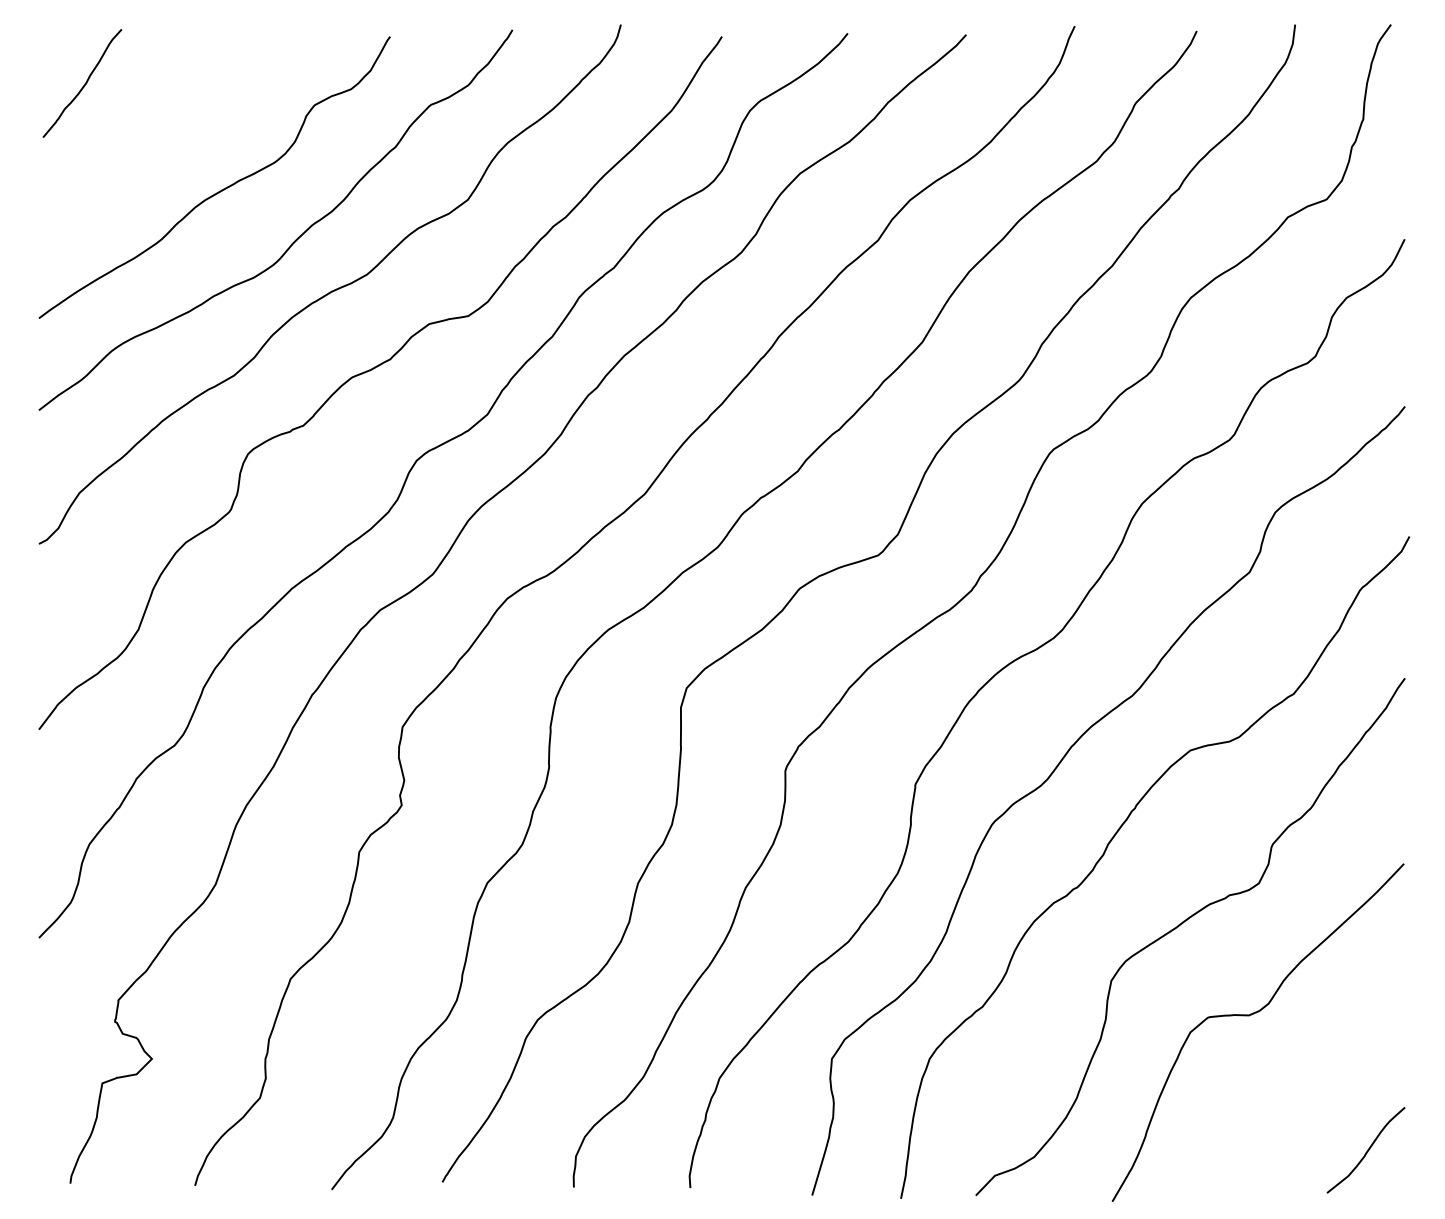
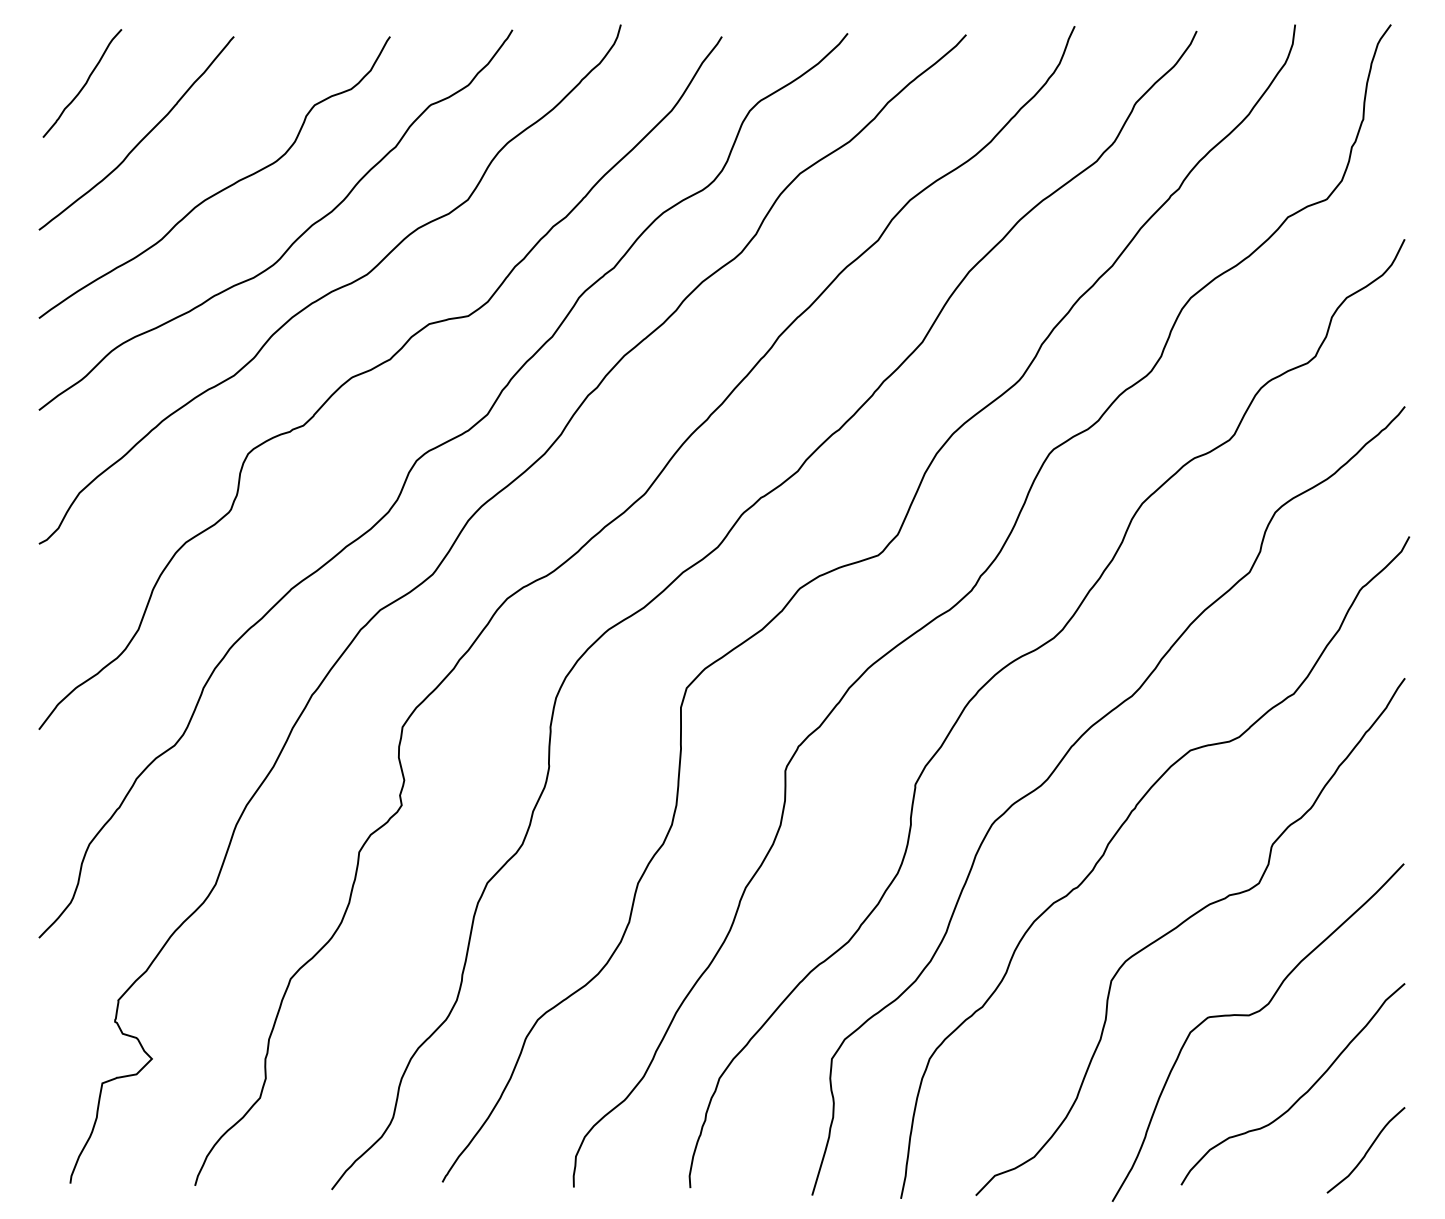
curve at (142, 138): none -> present
curve at (1302, 1094): none -> present
